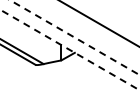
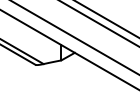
line at (106, 19): none -> present
line at (74, 37): dashed -> solid
line at (70, 50): dashed -> solid
